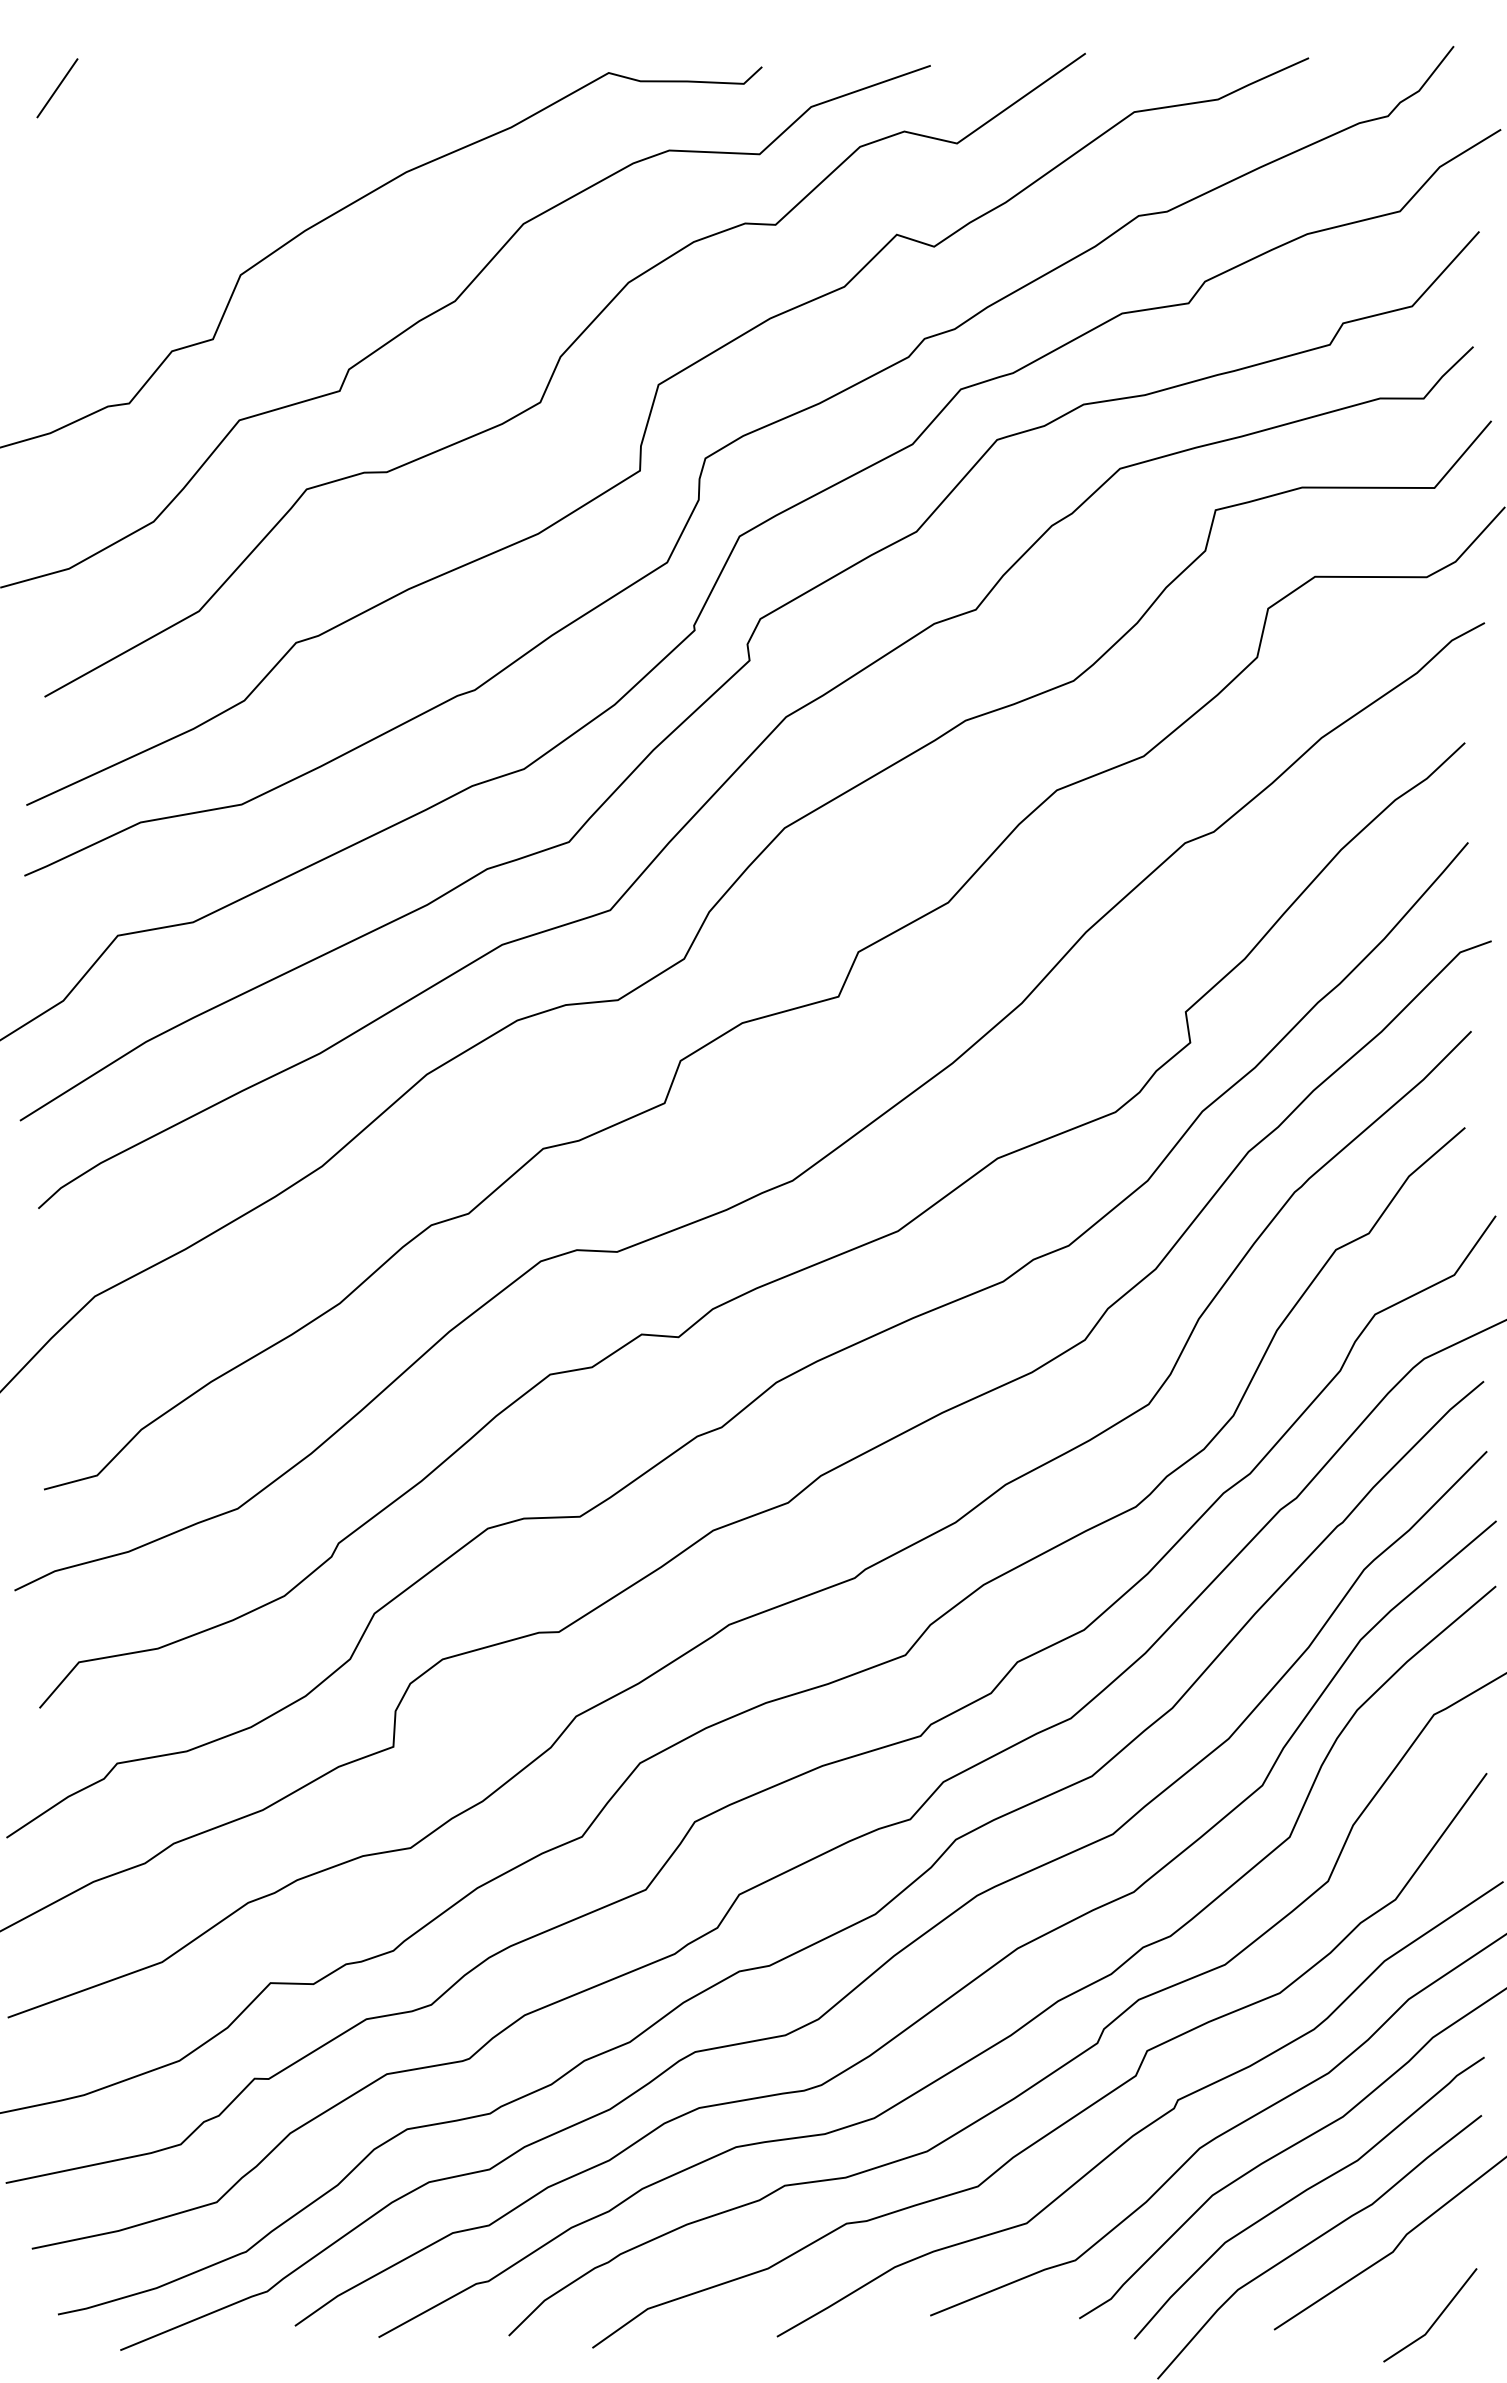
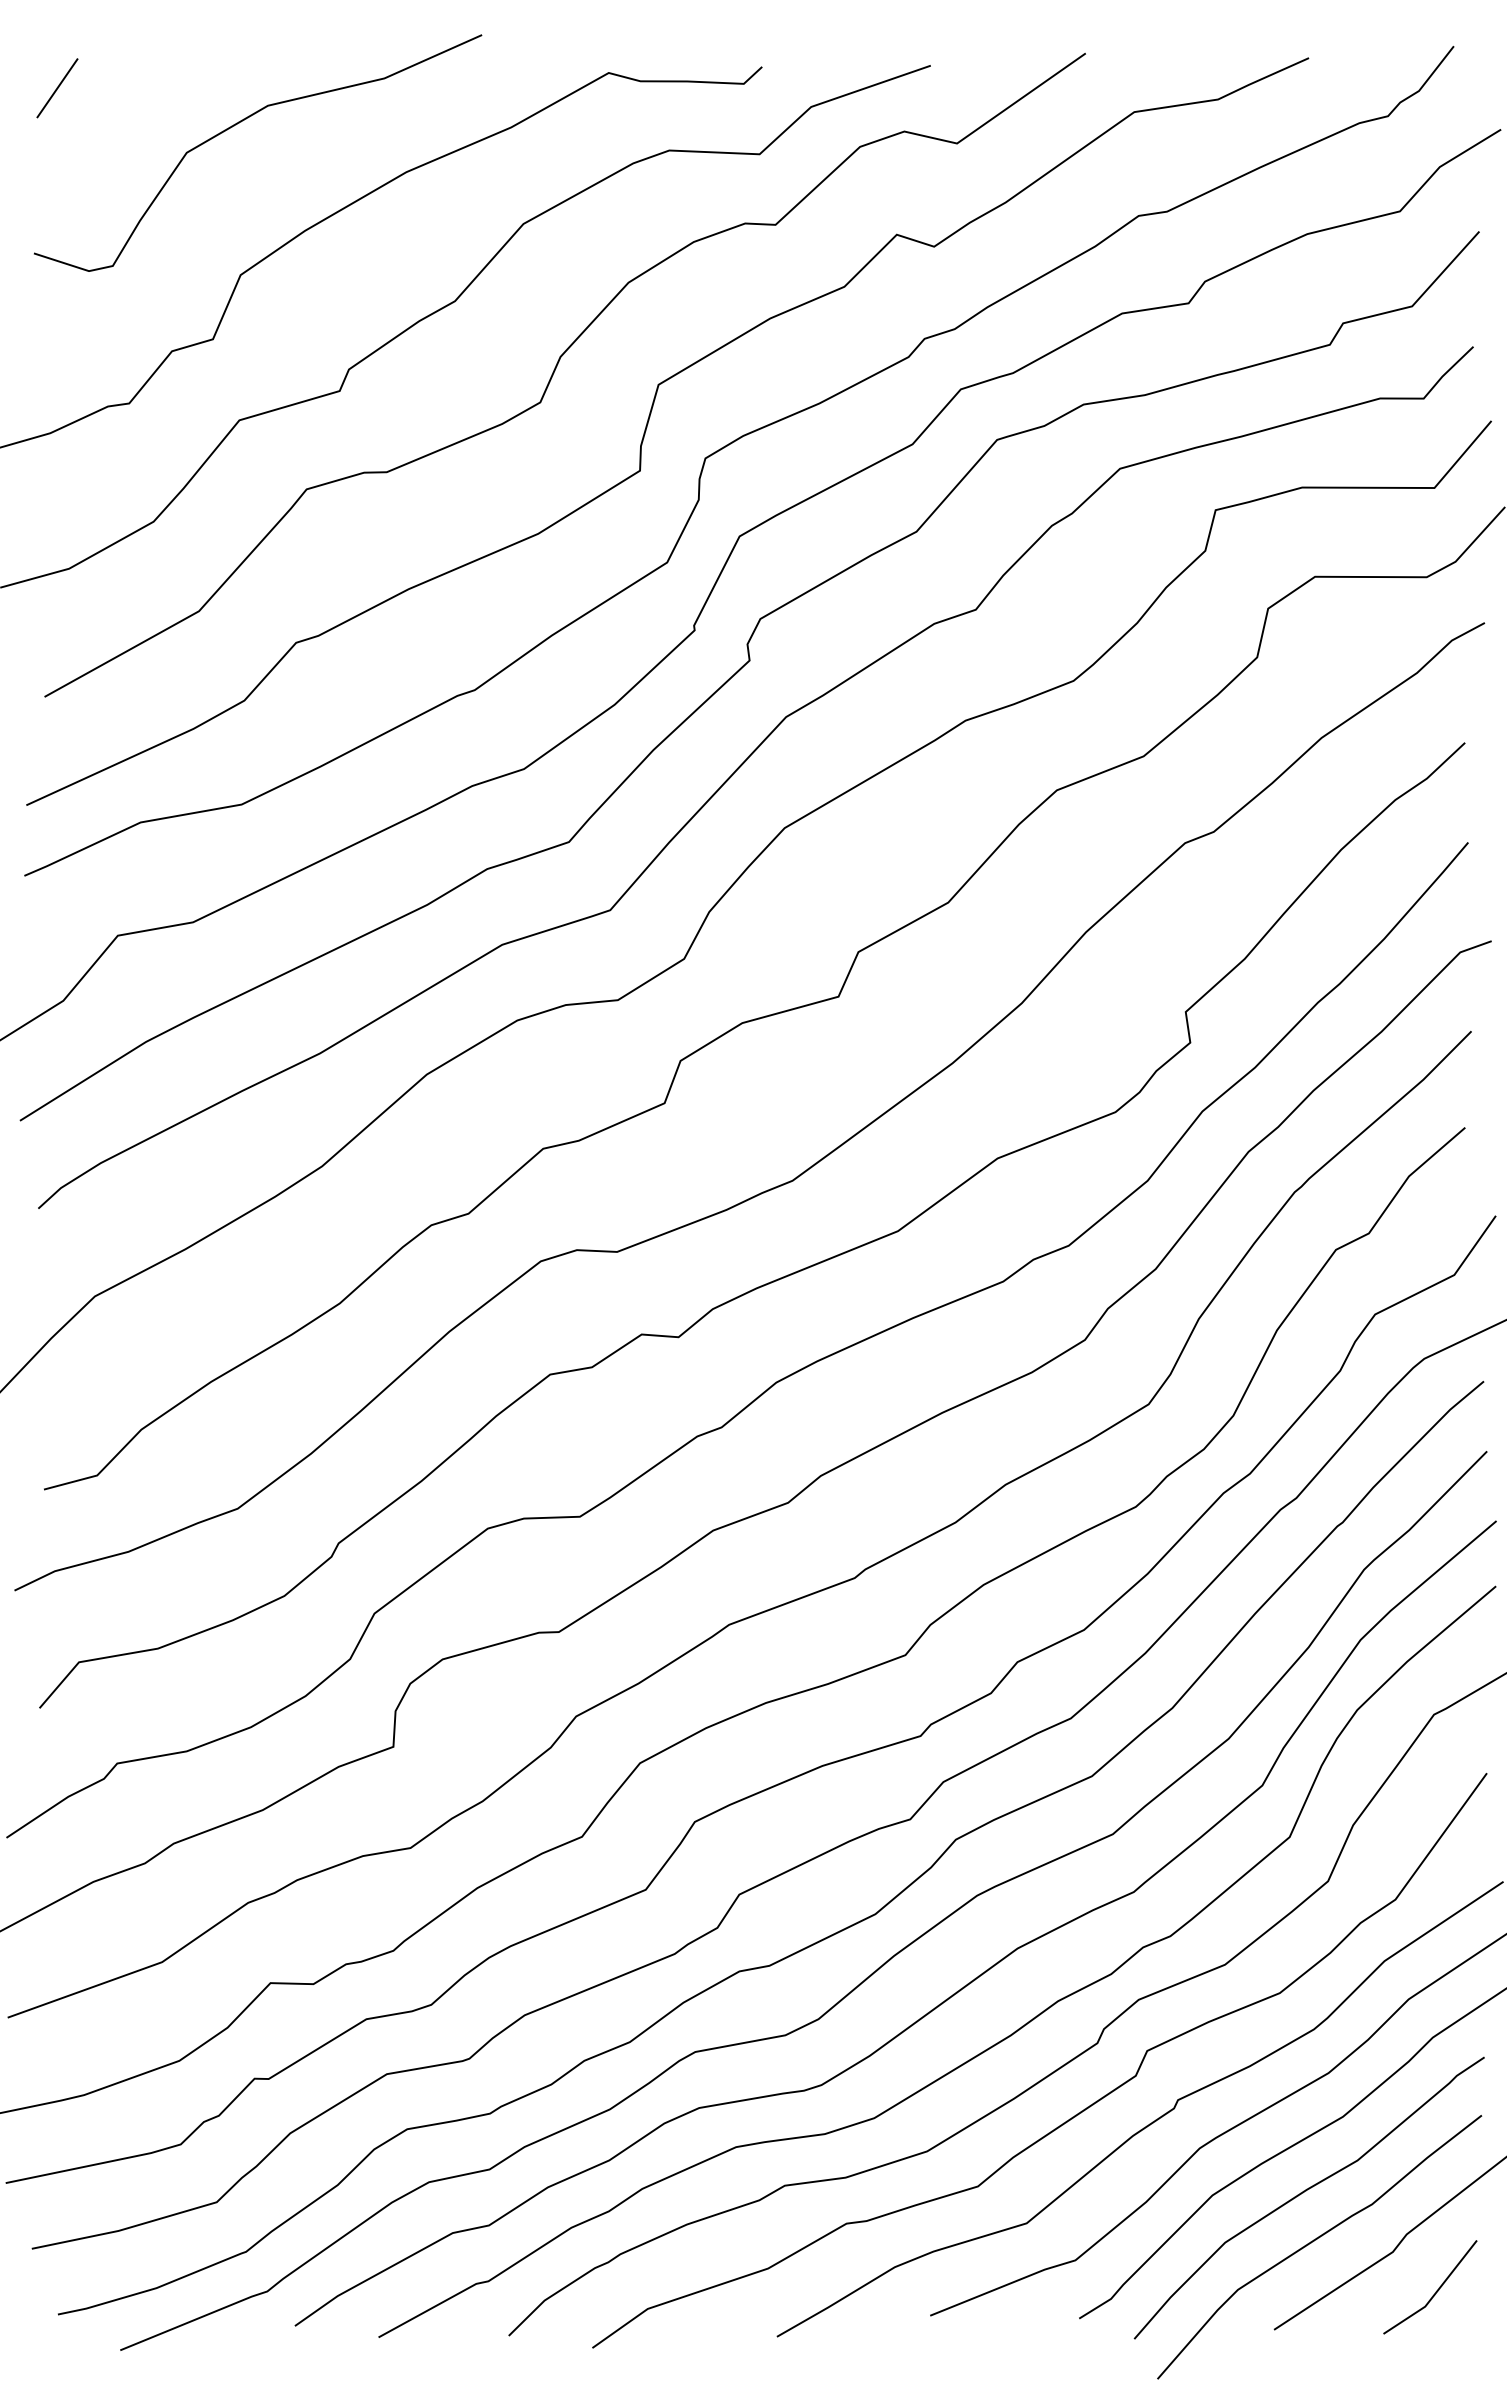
curve at (241, 122): none -> present
line at (1435, 2319) position: (1435, 2319) -> (1435, 2291)
